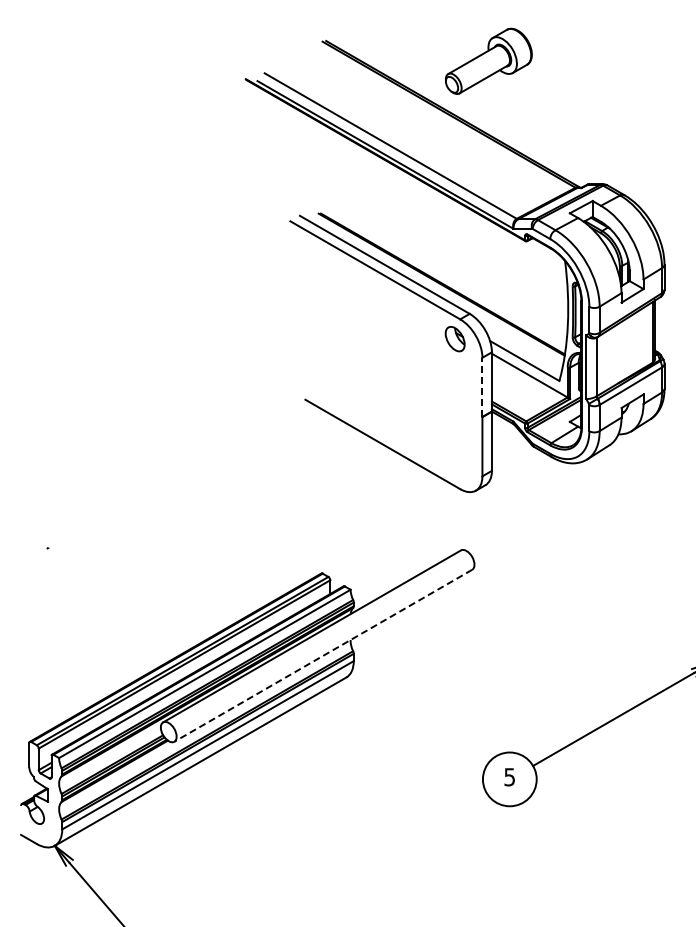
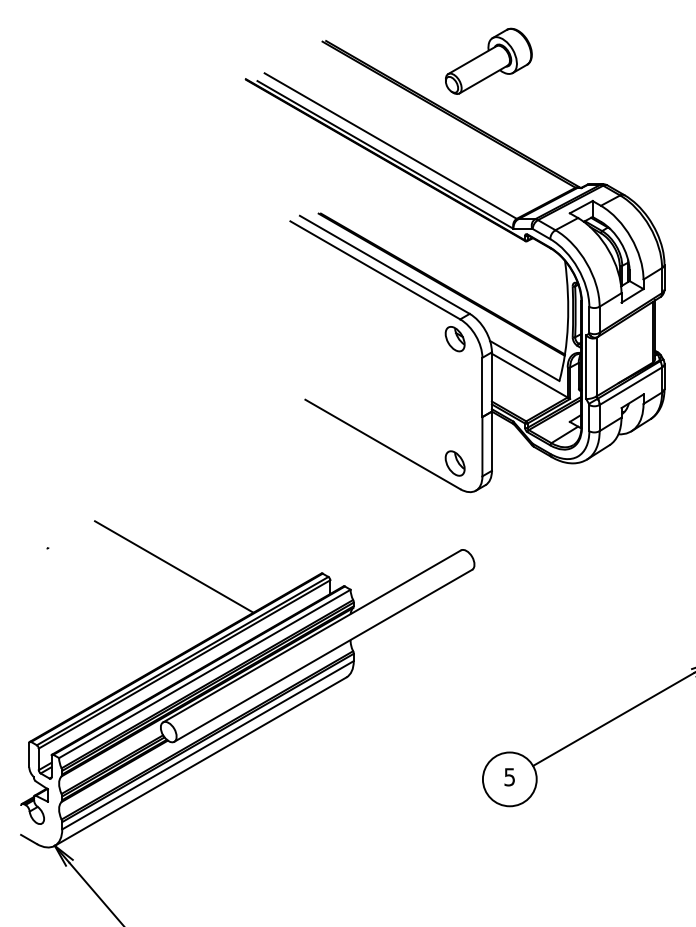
line at (482, 387): dashed -> solid
part at (454, 463): none -> present
line at (174, 566): none -> present
line at (323, 655): dashed -> solid
